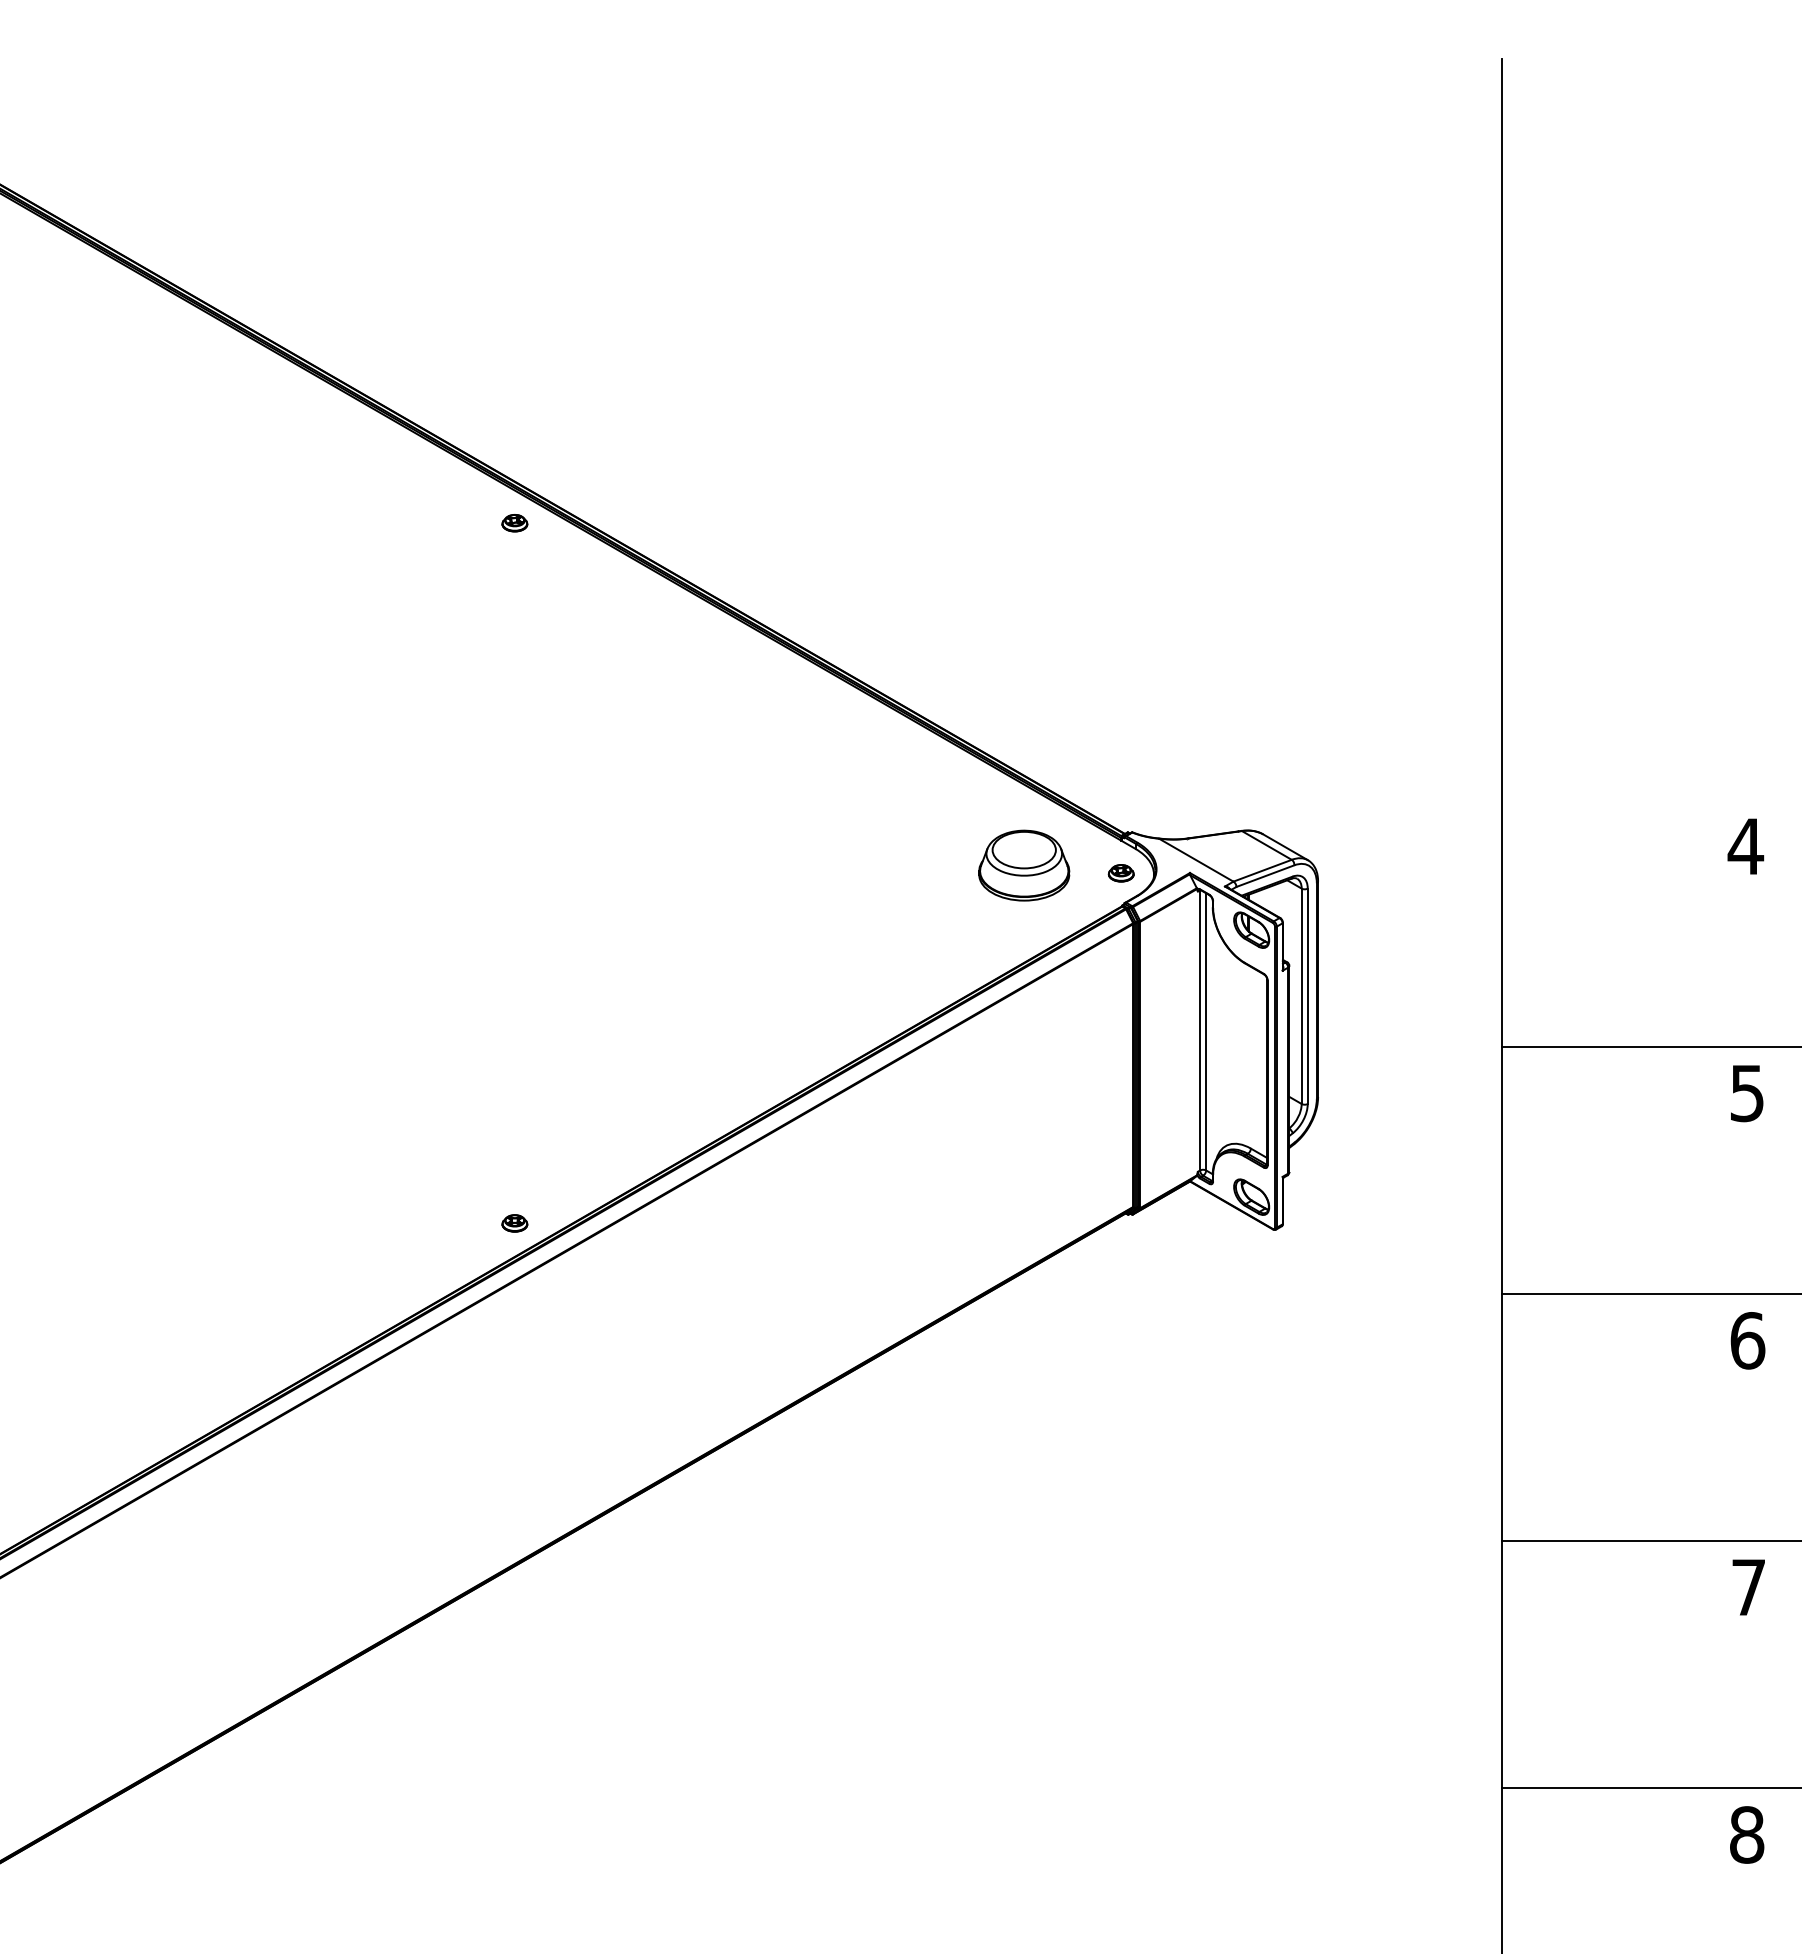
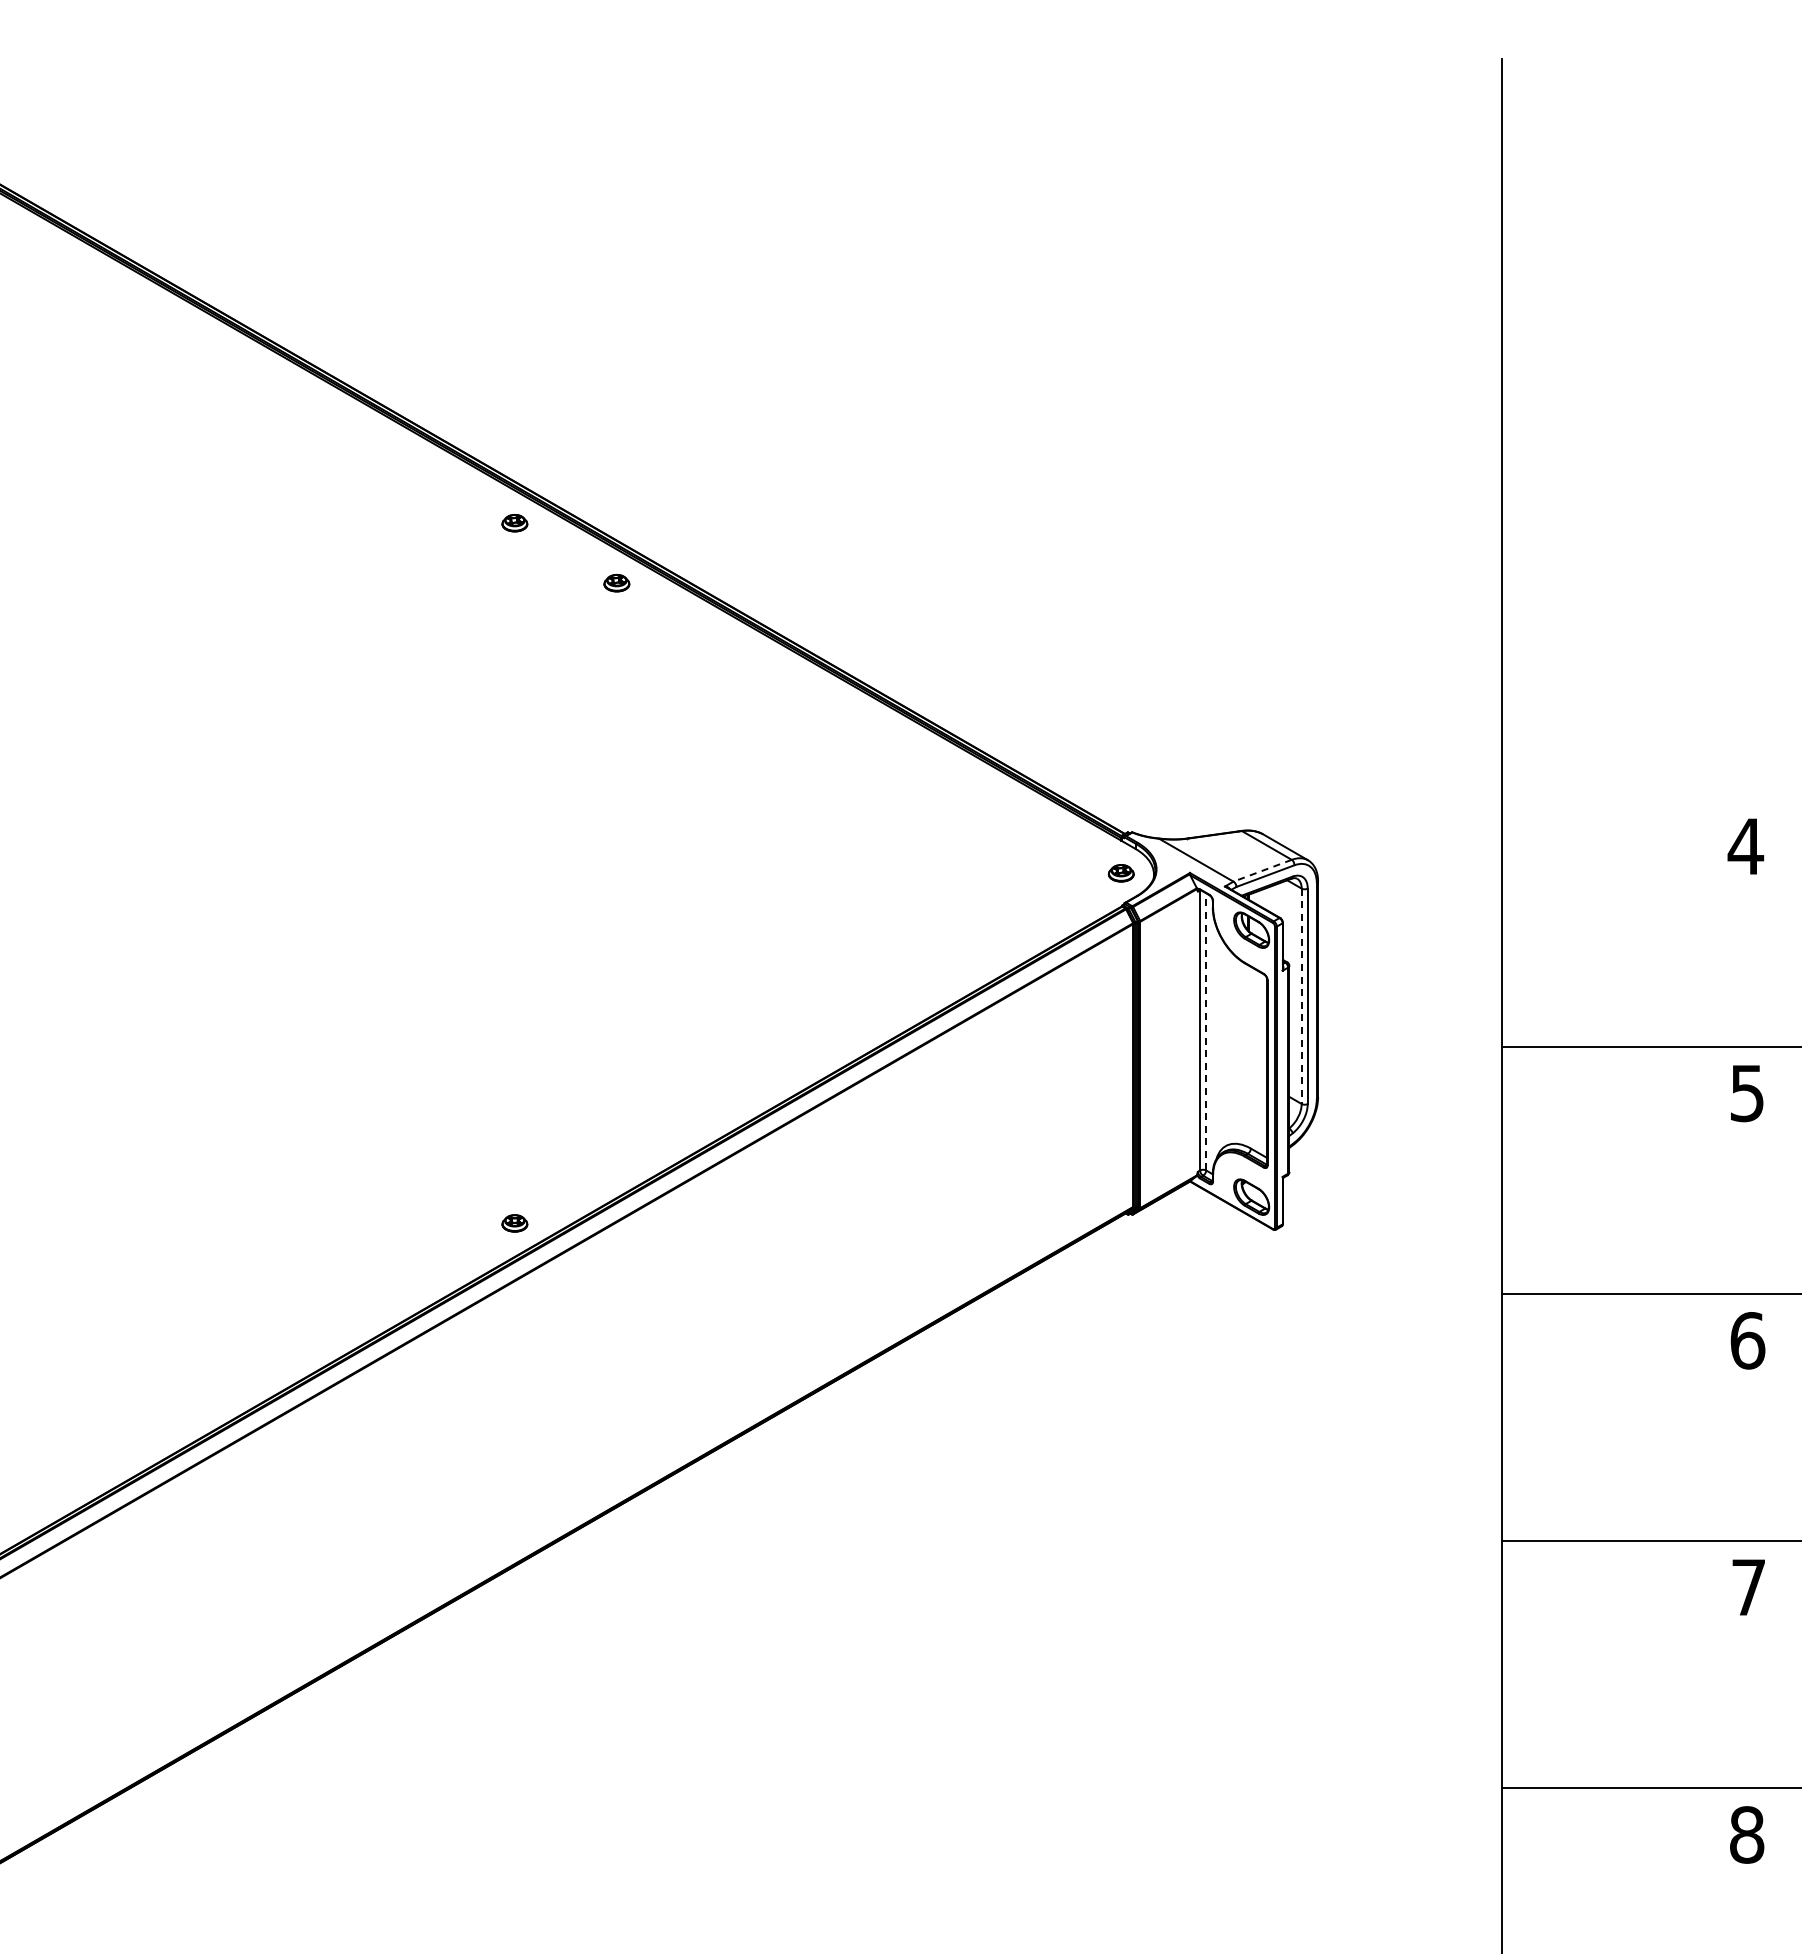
part at (616, 583): none -> present
part at (1024, 865): present -> none
line at (1262, 870): solid -> dashed
line at (1301, 996): solid -> dashed
line at (1206, 1031): solid -> dashed
